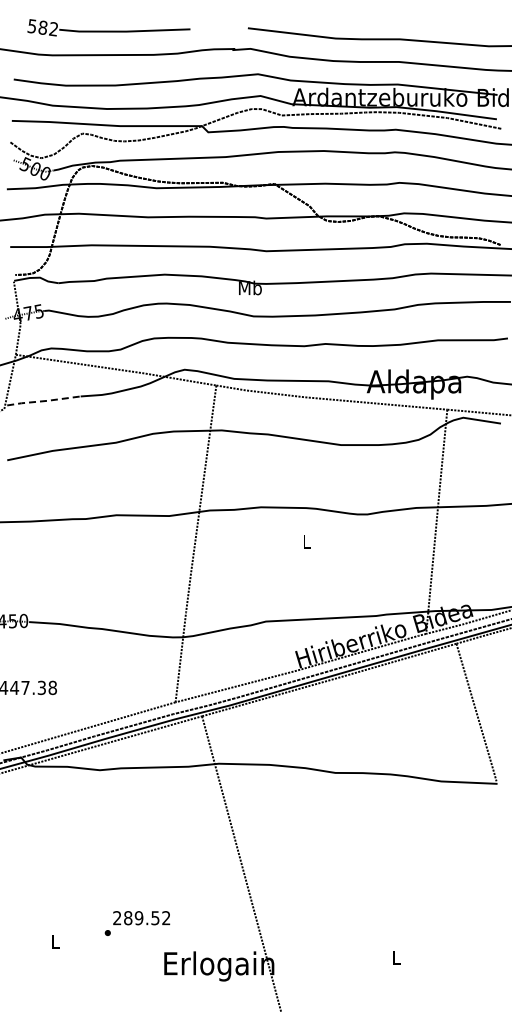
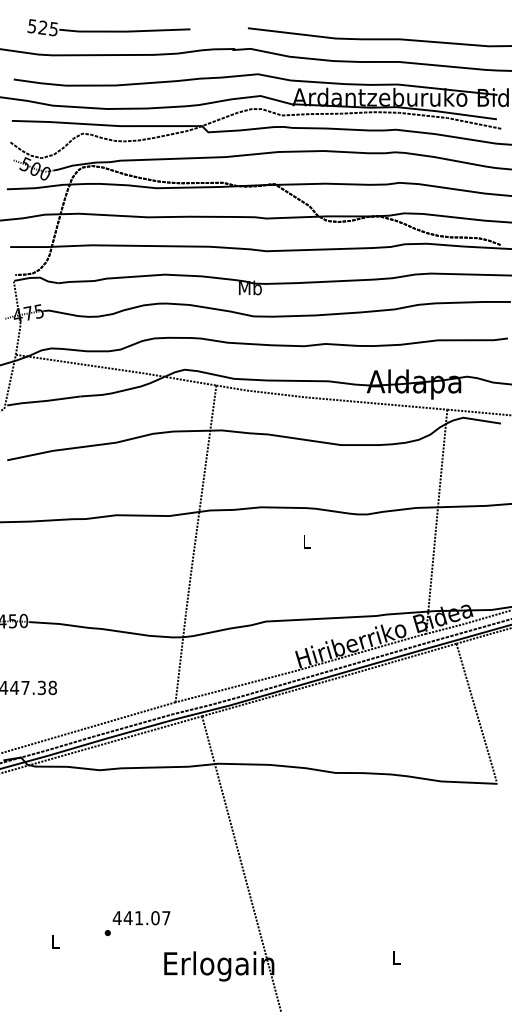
text at (47, 28): 582 -> 525
line at (44, 401): dashed -> solid
text at (141, 918): 289.52 -> 441.07
